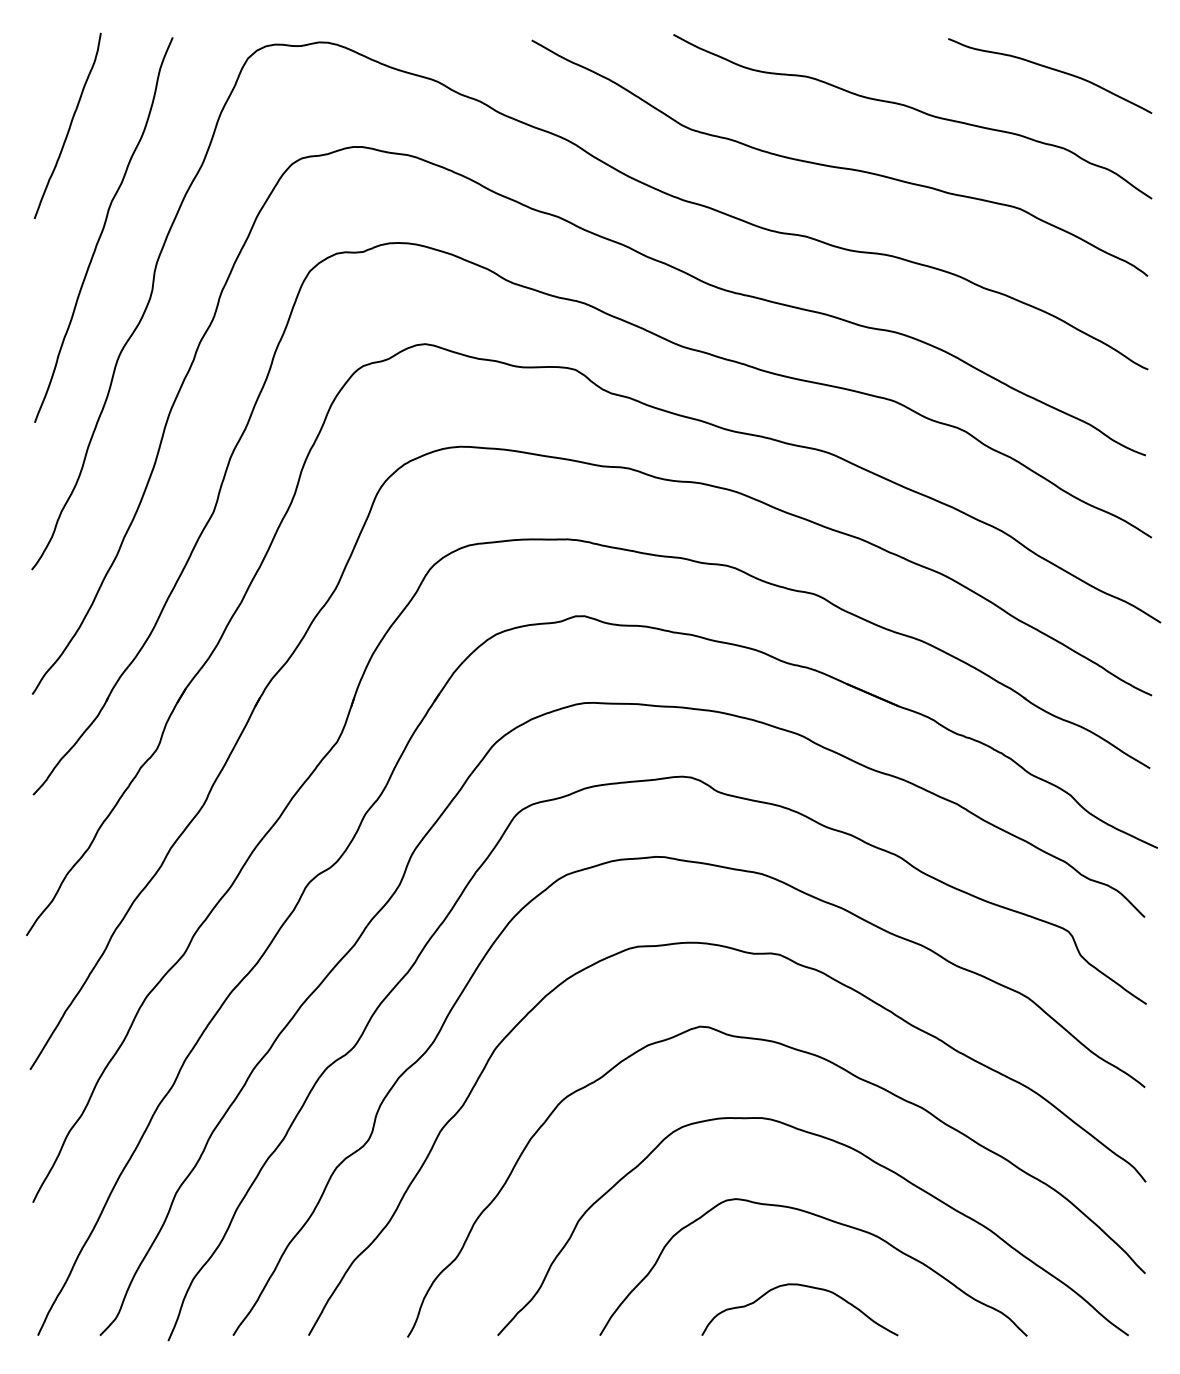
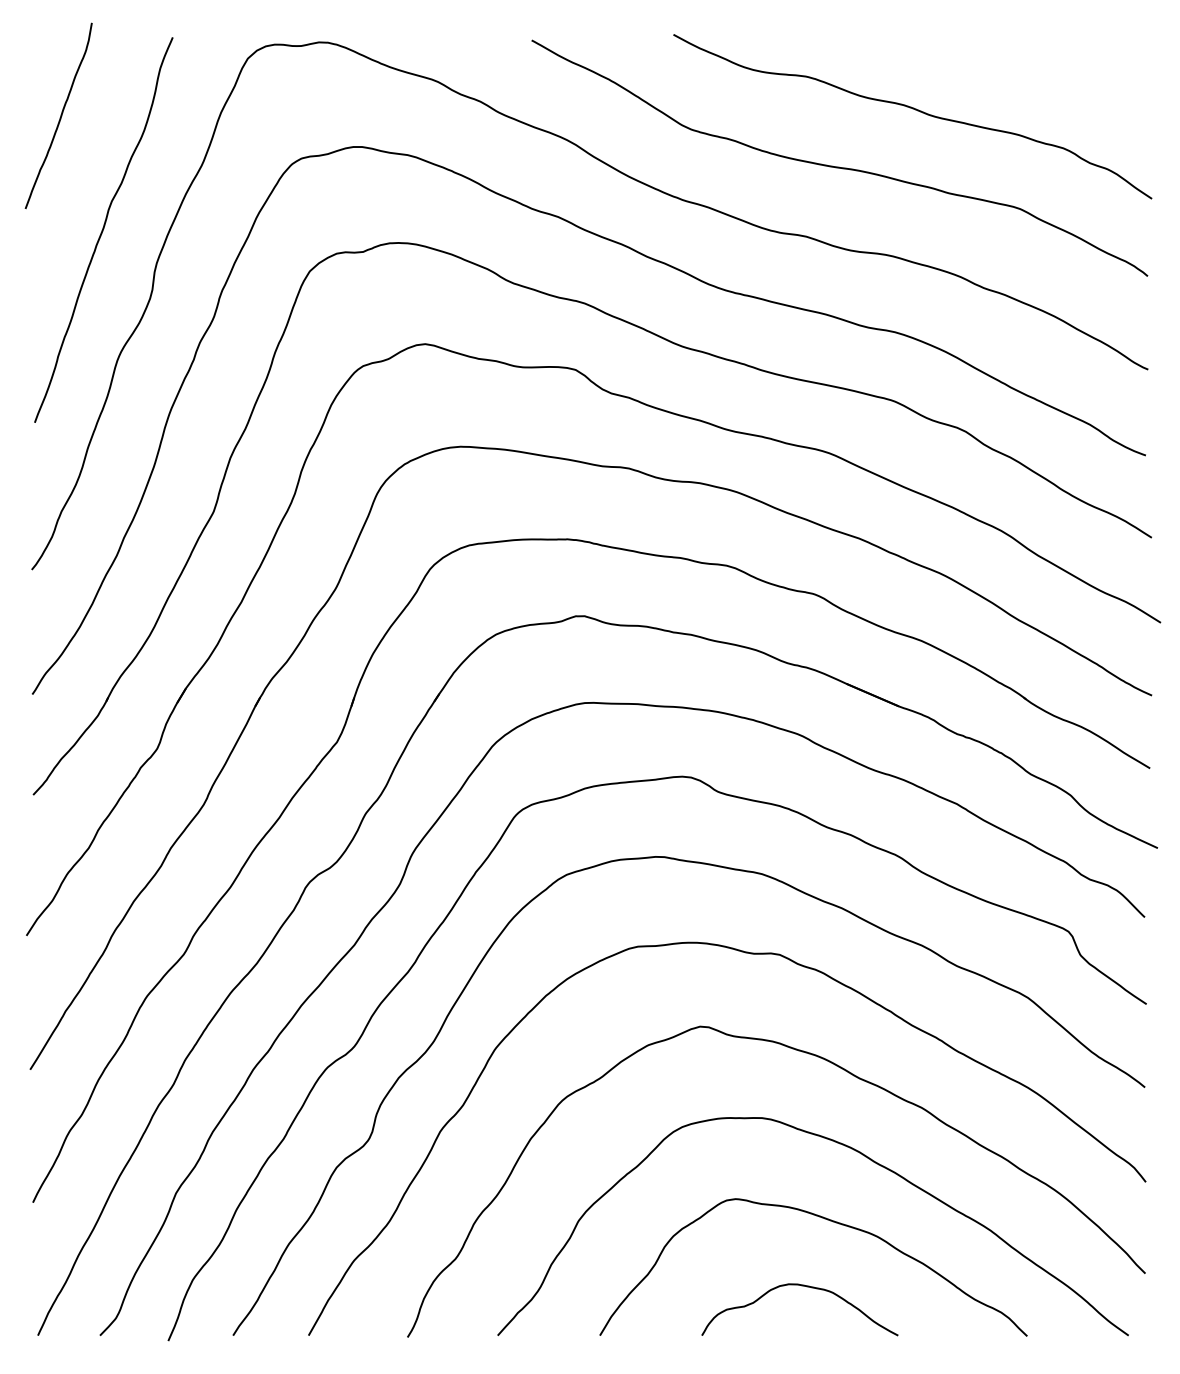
curve at (1053, 70): present -> none
curve at (69, 125) position: (69, 125) -> (60, 115)
